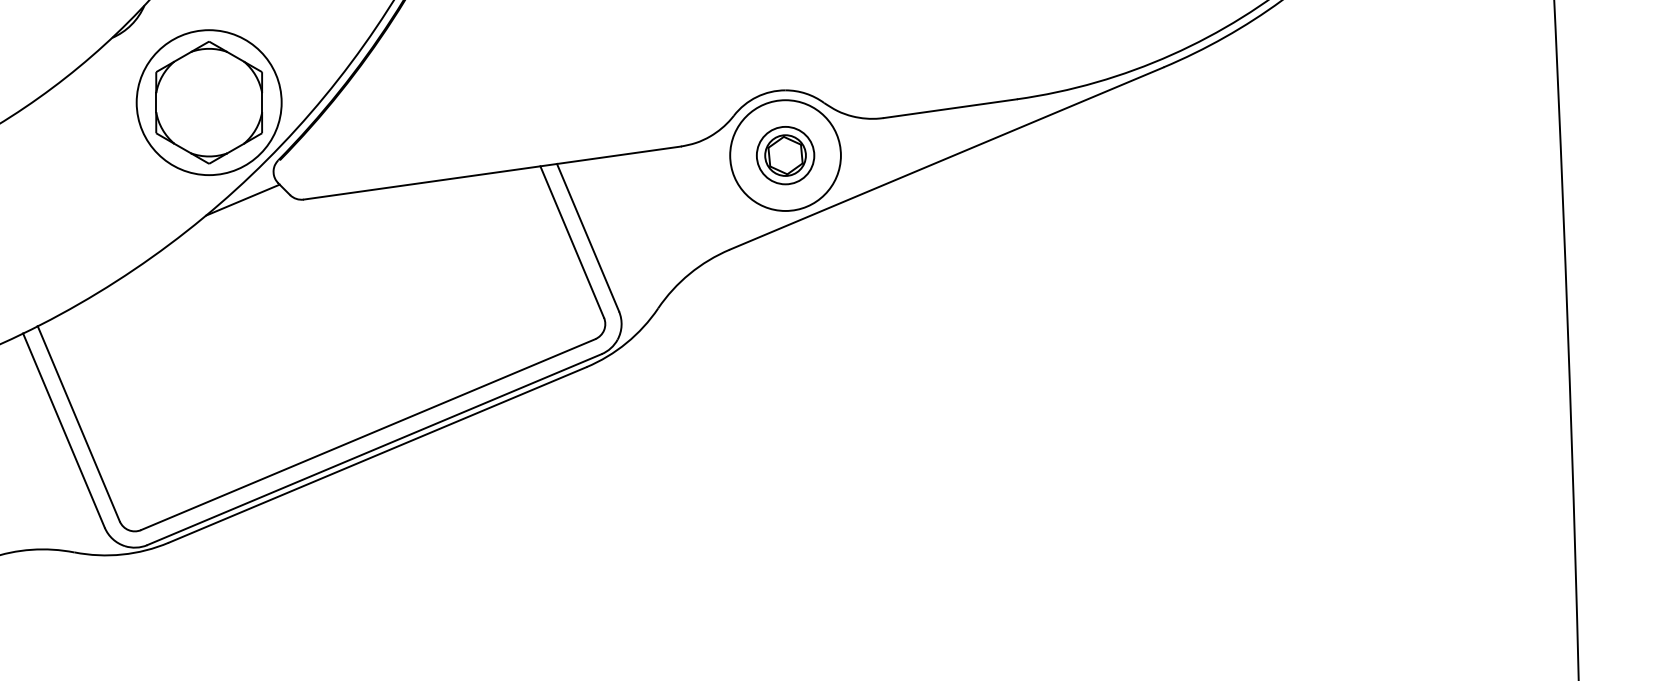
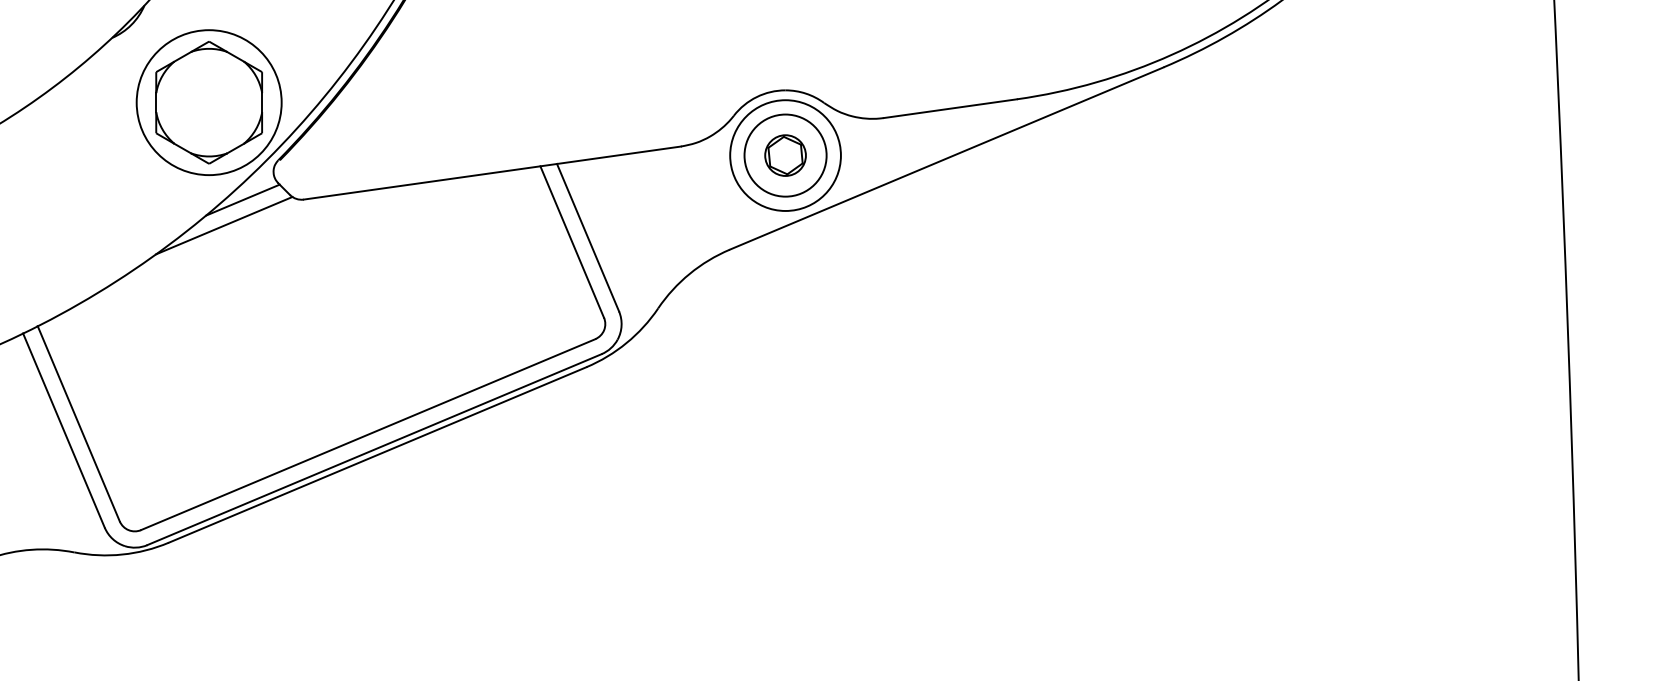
circle at (785, 155) diameter: 57 px -> 82 px
line at (224, 225): none -> present
